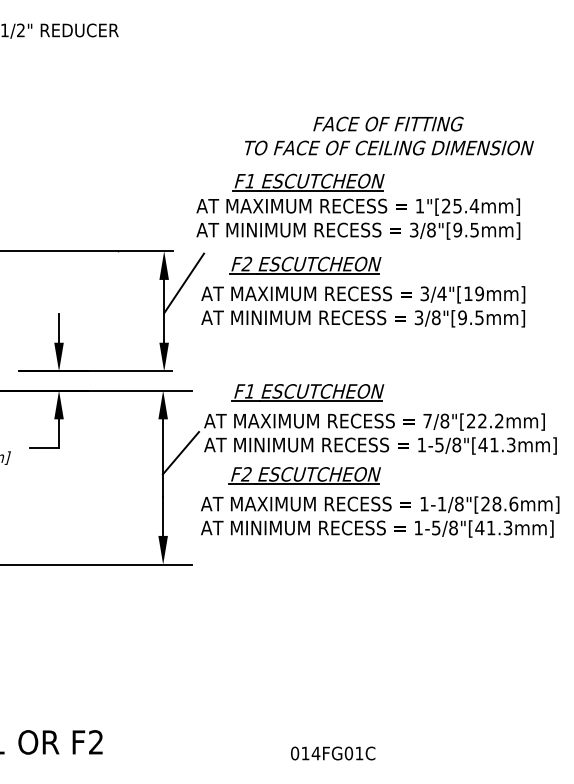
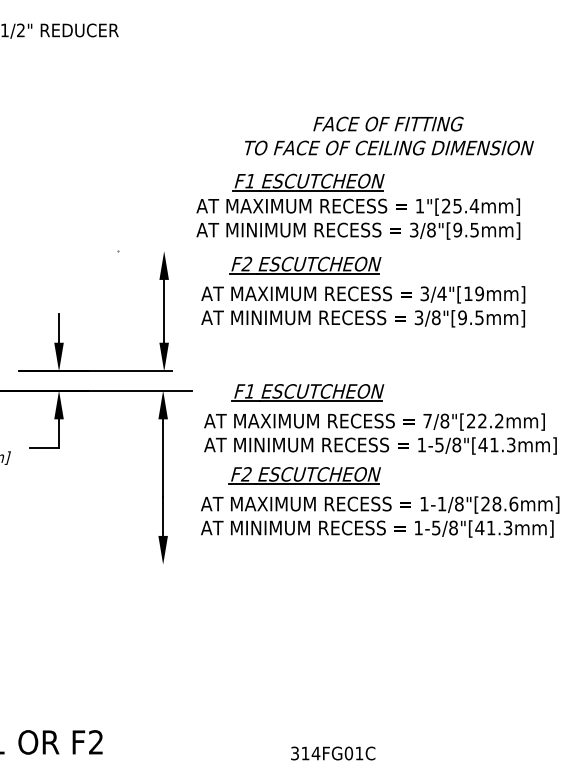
line at (87, 251): present -> none
line at (184, 283): present -> none
line at (180, 453): present -> none
line at (96, 564): present -> none
text at (295, 753): 014FG01C -> 314FG01C
